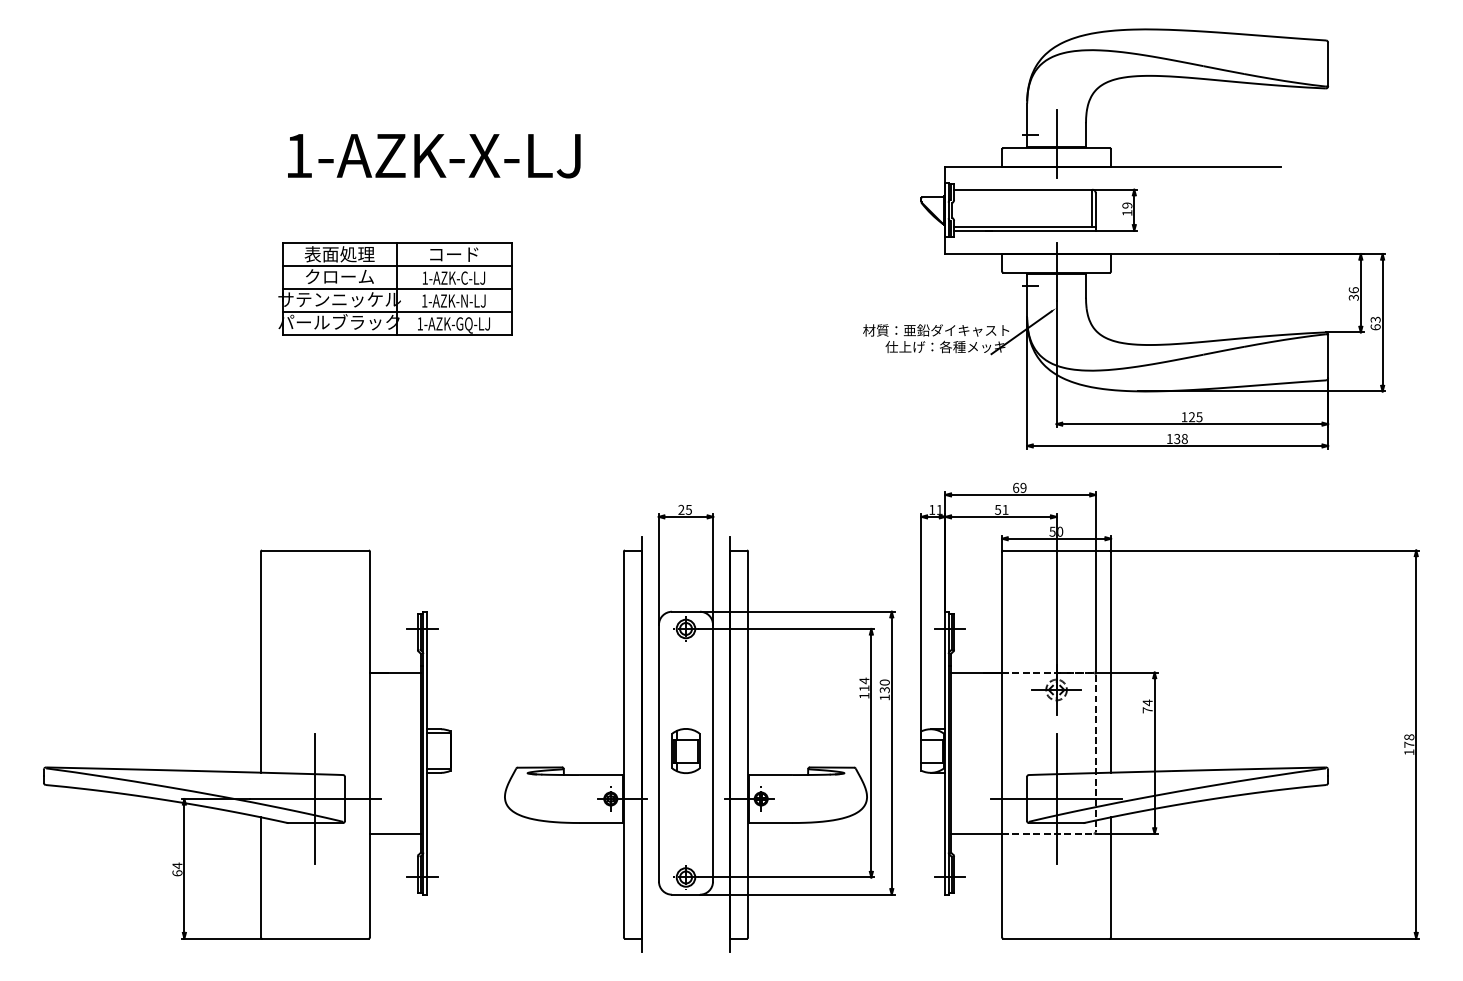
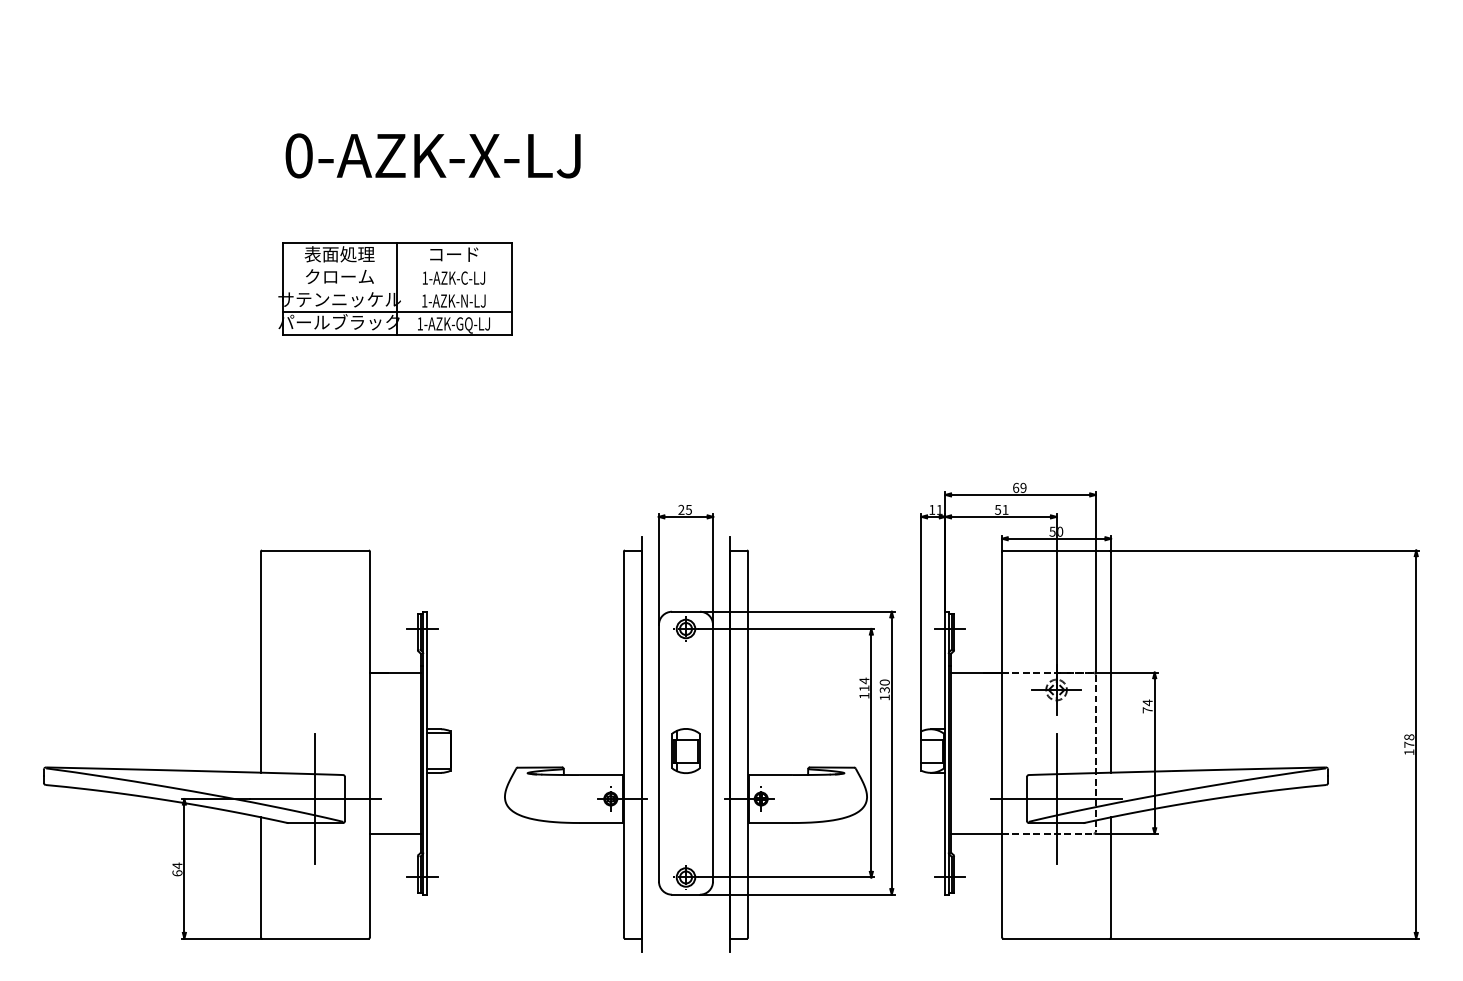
text at (298, 155): 1-AZK-X-LJ -> 0-AZK-X-LJ
part at (1124, 231): present -> none
line at (396, 266): present -> none
line at (396, 288): present -> none
